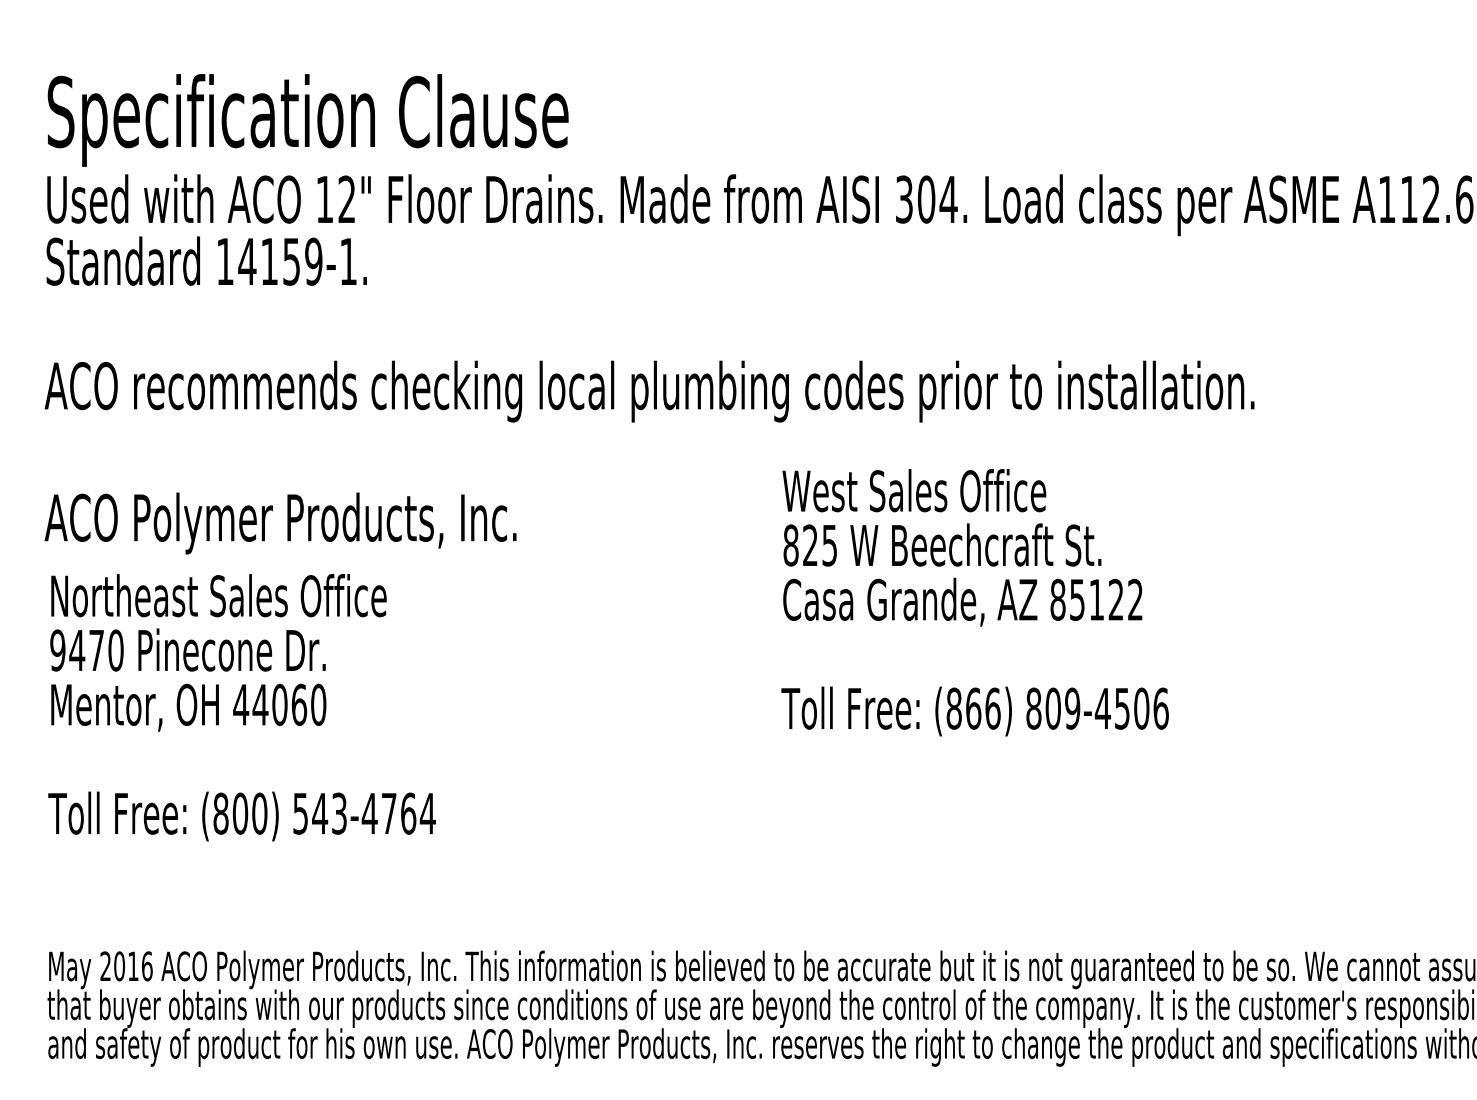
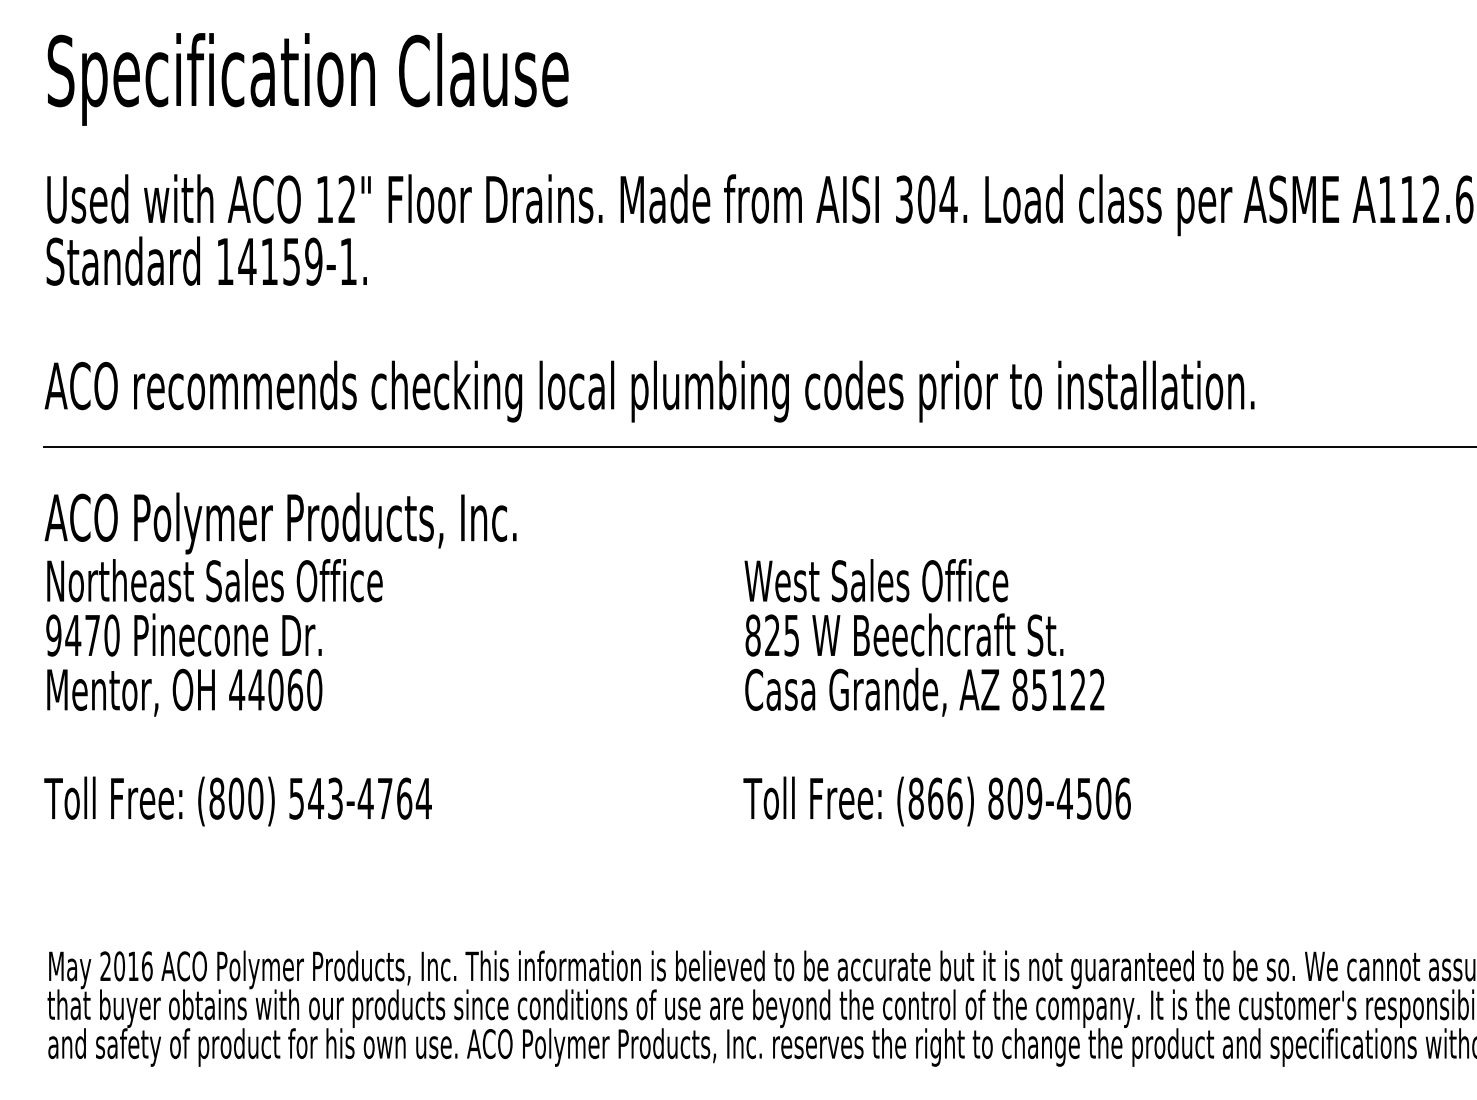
text at (307, 120) position: (307, 120) -> (307, 79)
line at (758, 447): none -> present
text at (974, 602) position: (974, 602) -> (936, 692)
text at (241, 707) position: (241, 707) -> (237, 692)
